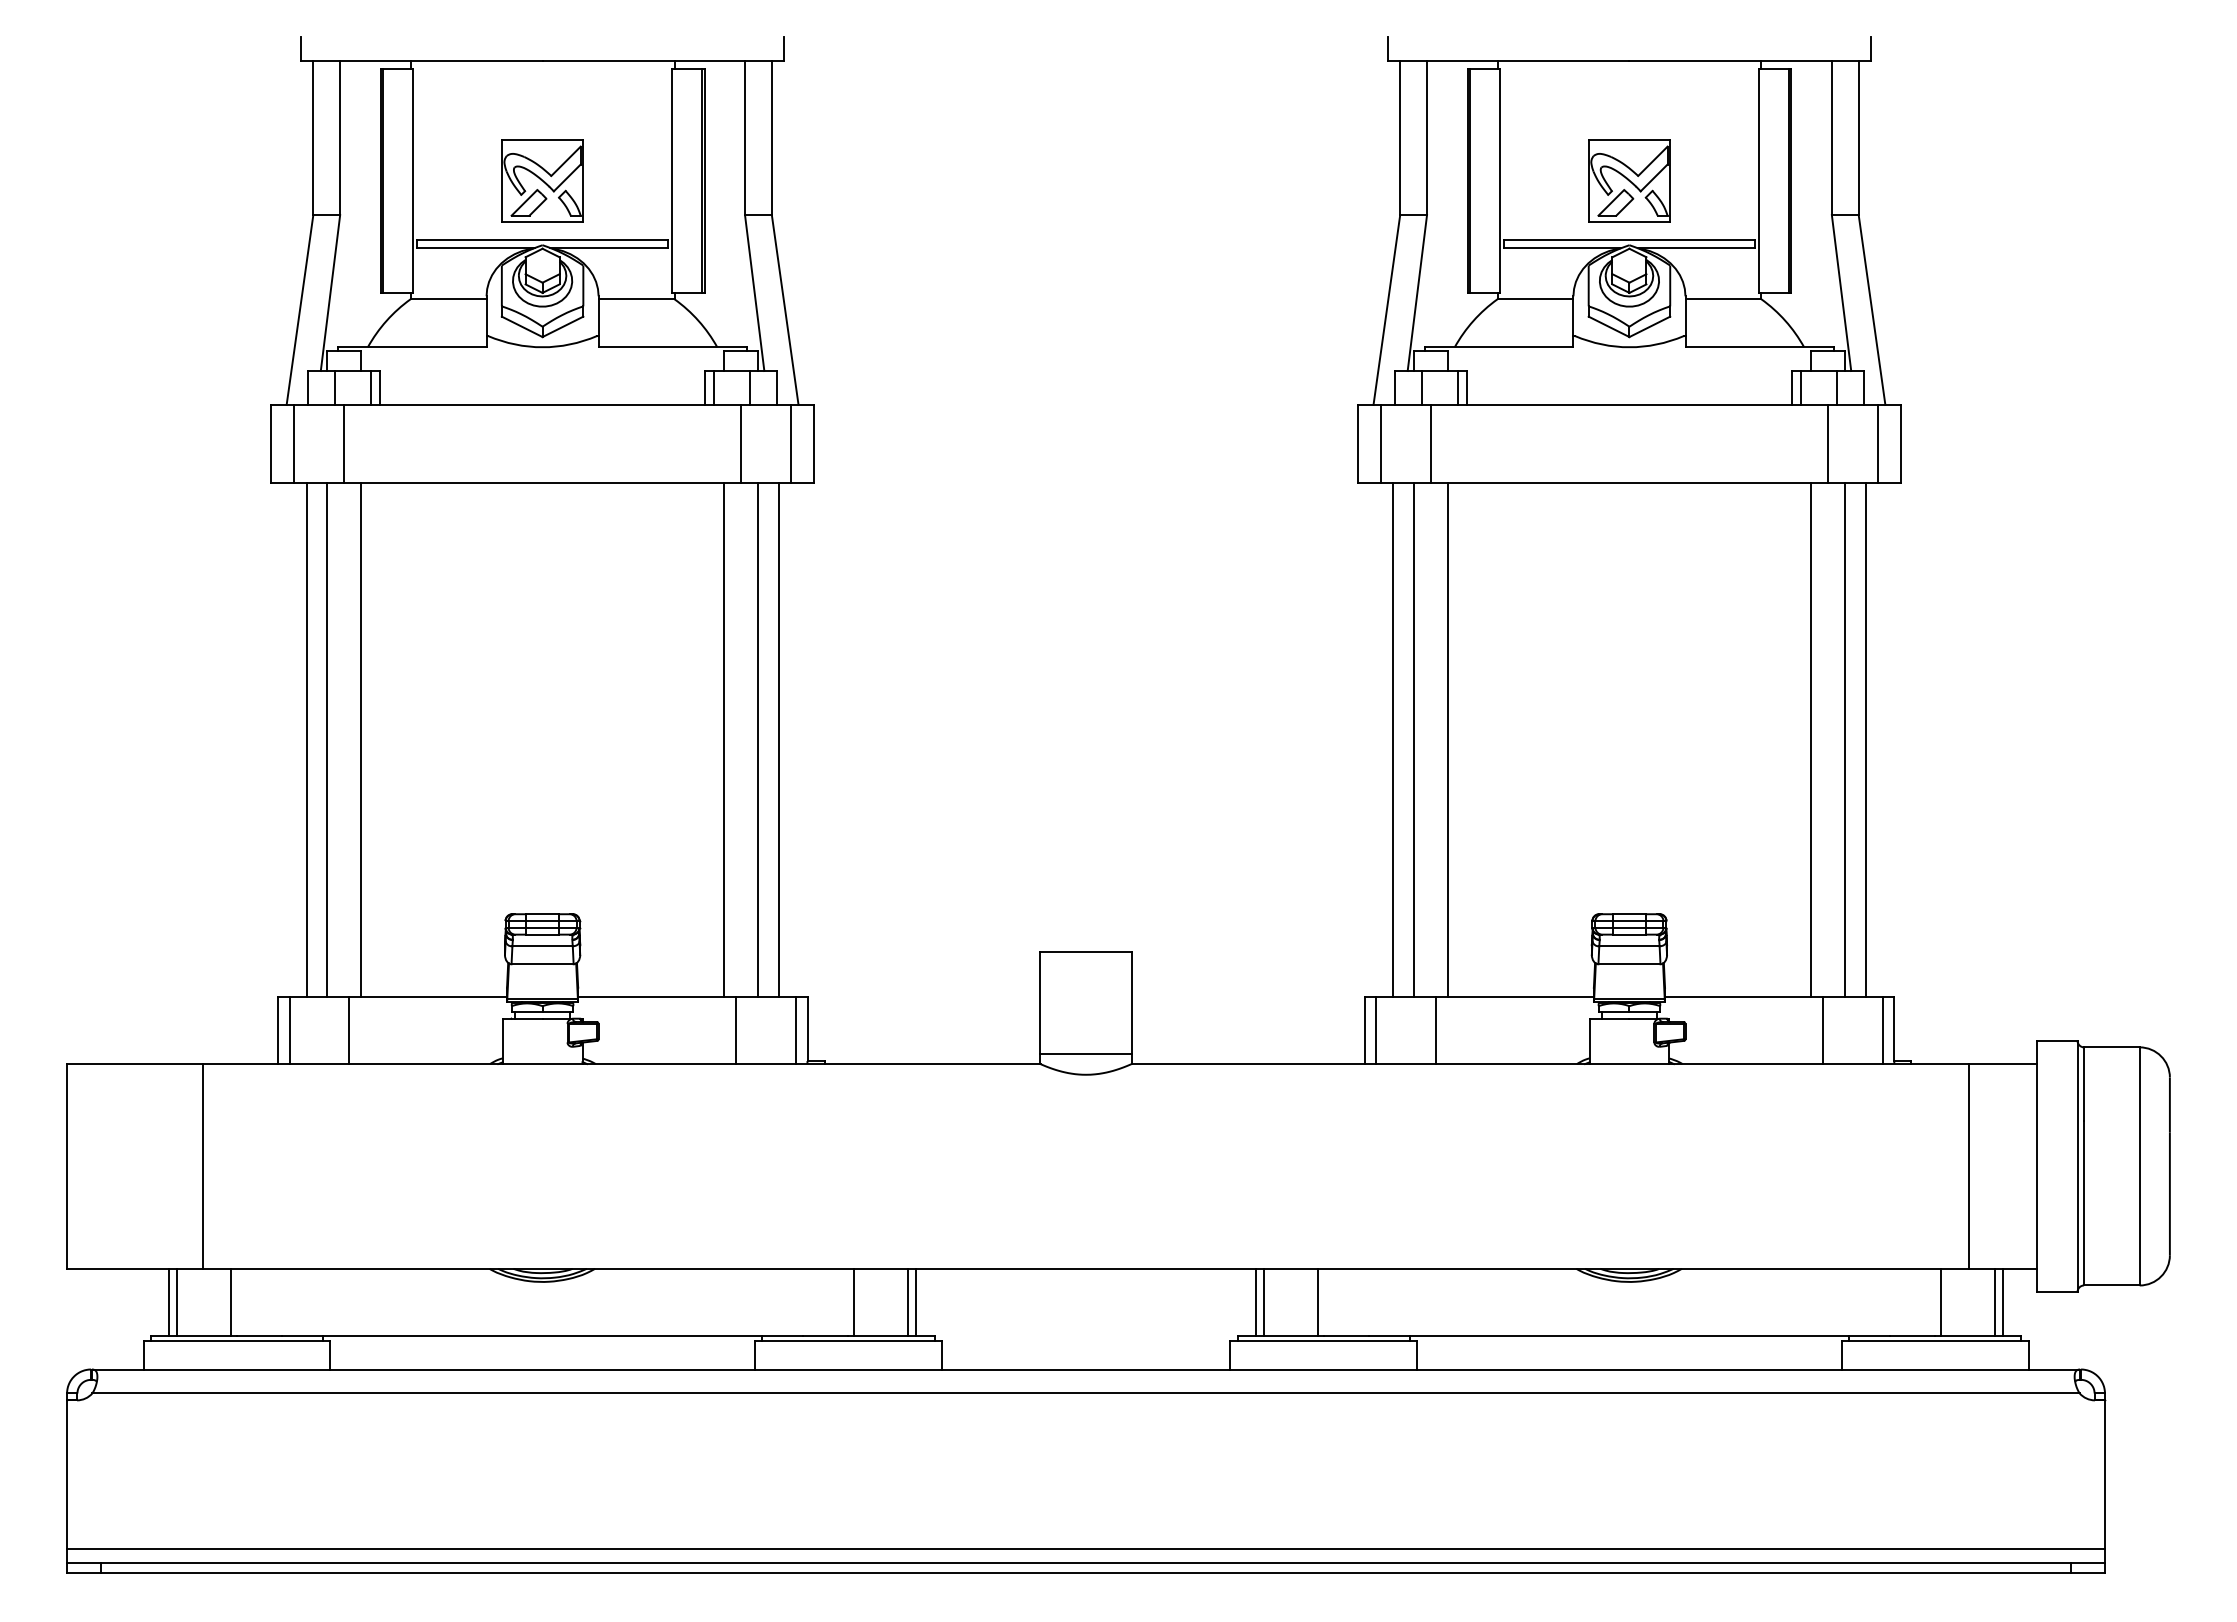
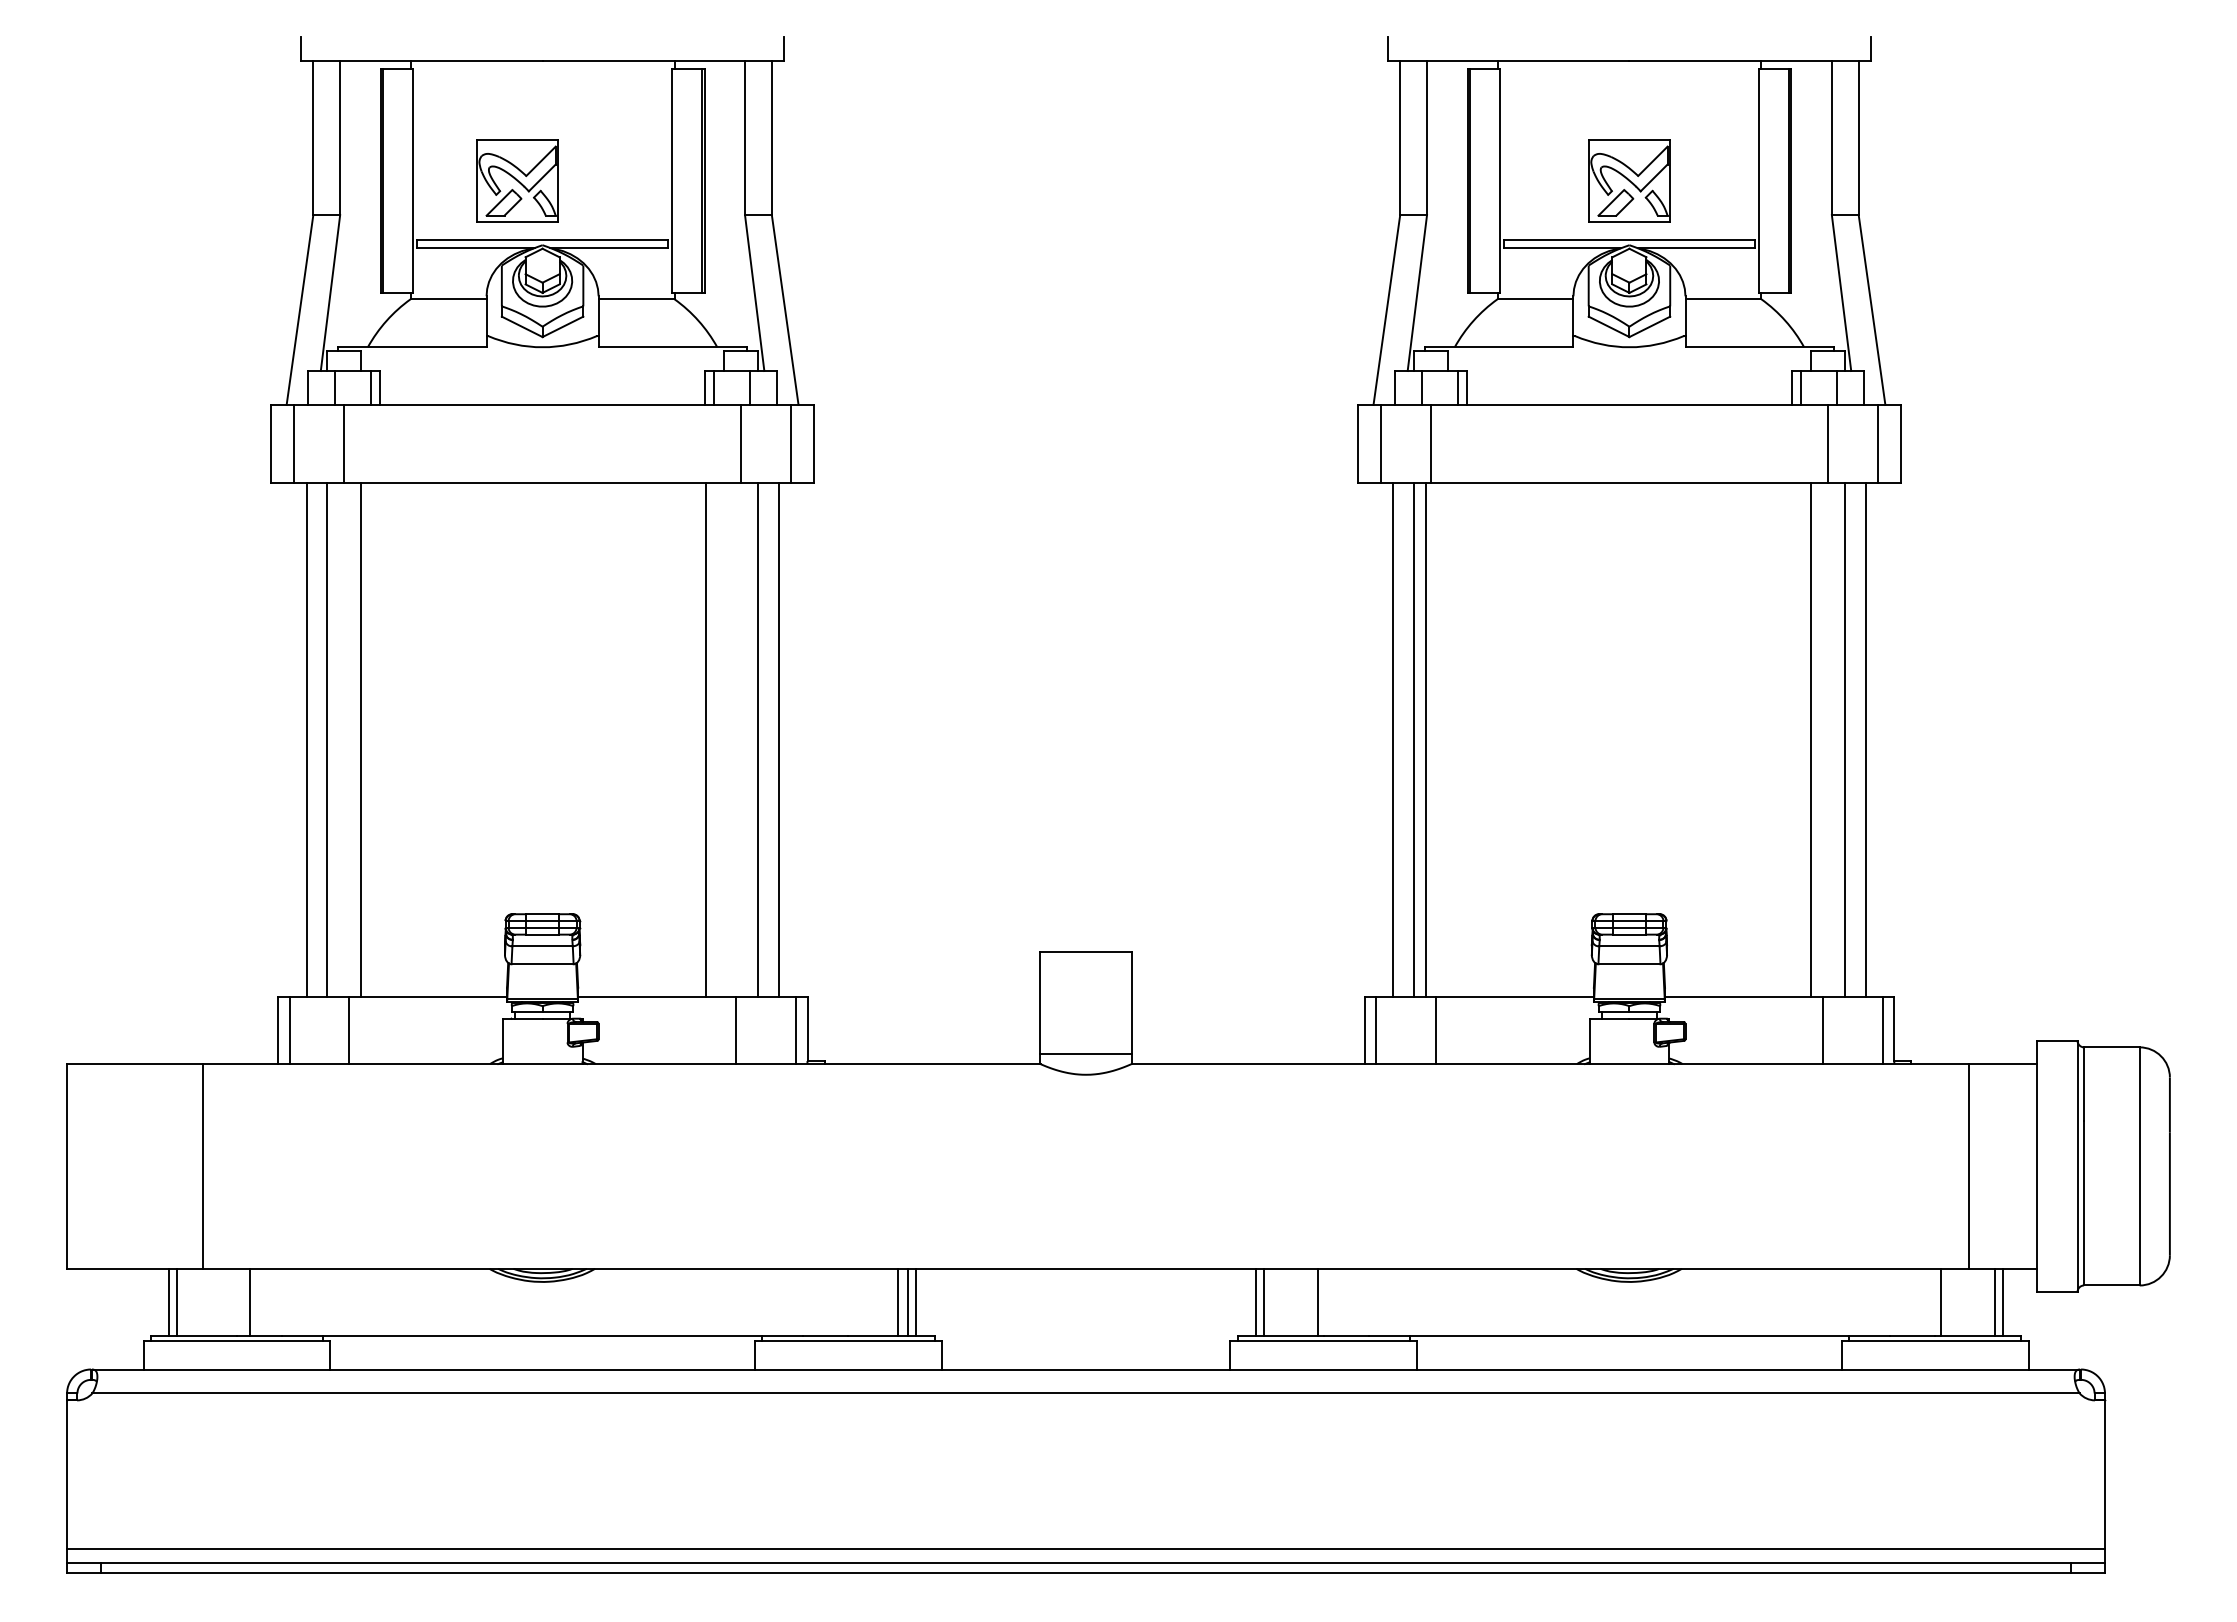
part at (542, 180) position: (542, 180) -> (517, 180)
line at (723, 739) position: (723, 739) -> (705, 739)
line at (1448, 739) position: (1448, 739) -> (1426, 739)
line at (231, 1302) position: (231, 1302) -> (250, 1302)
line at (853, 1302) position: (853, 1302) -> (897, 1302)
